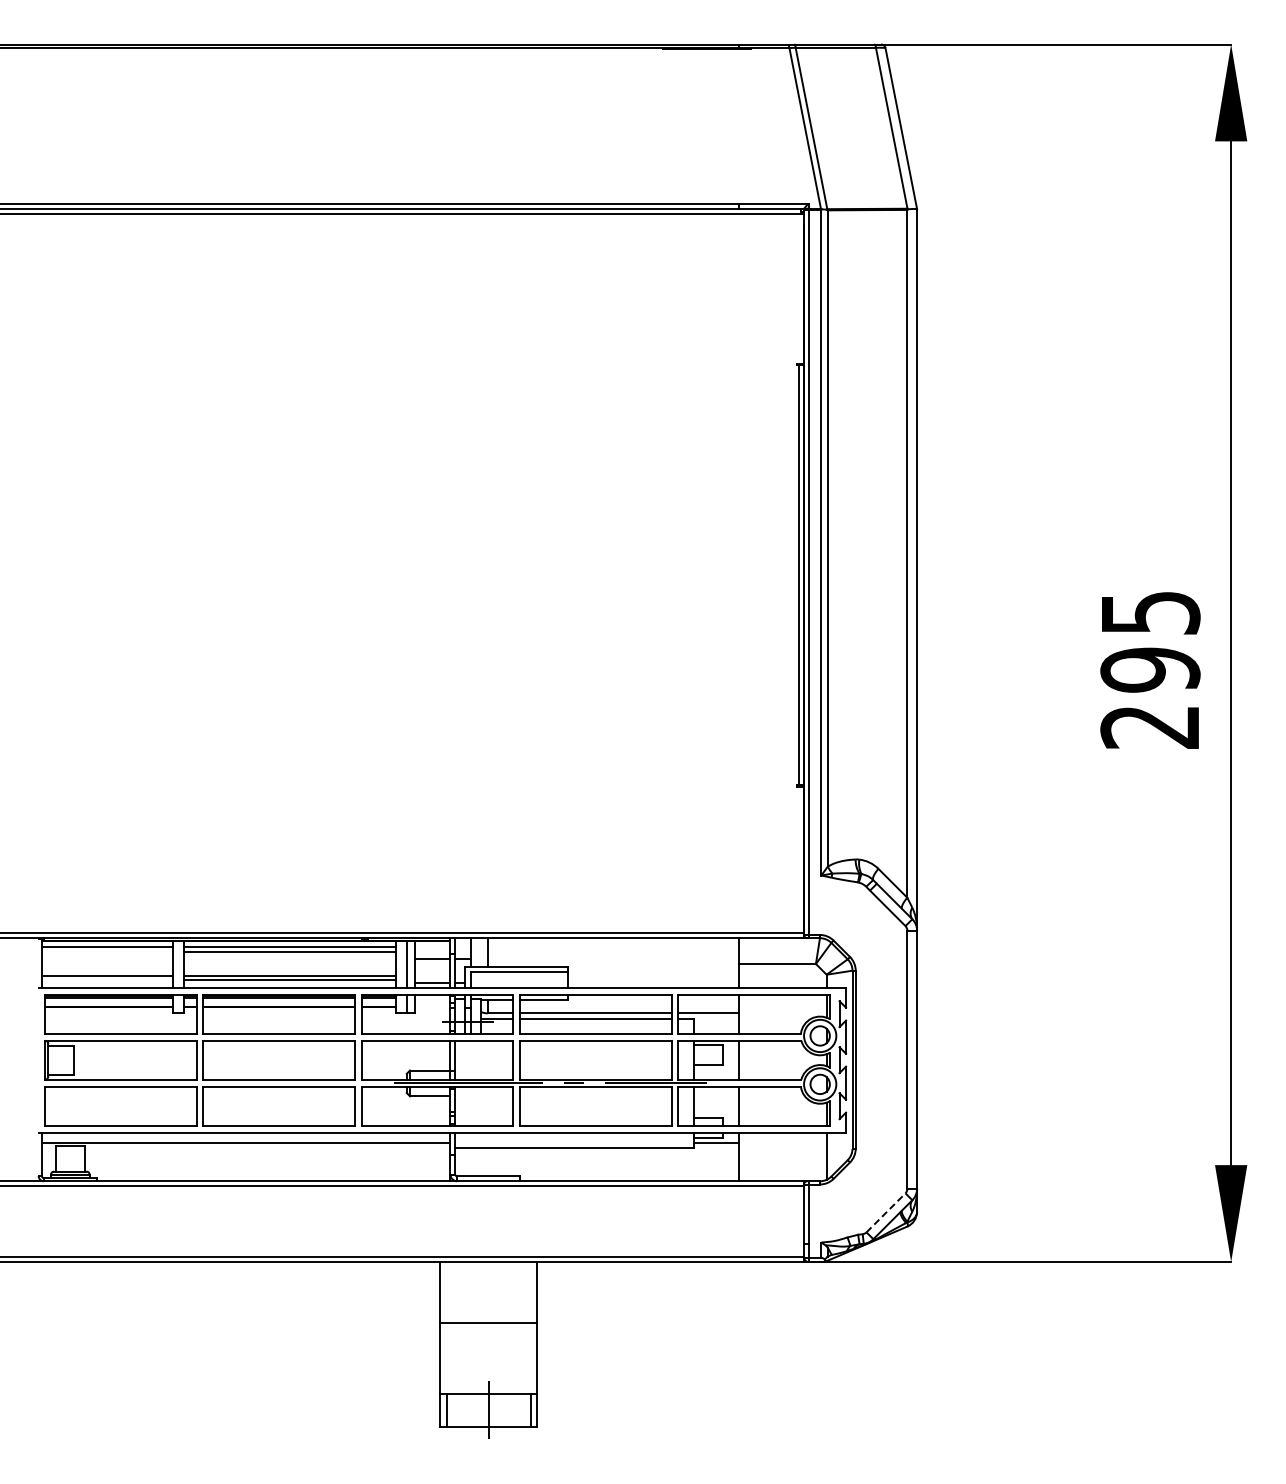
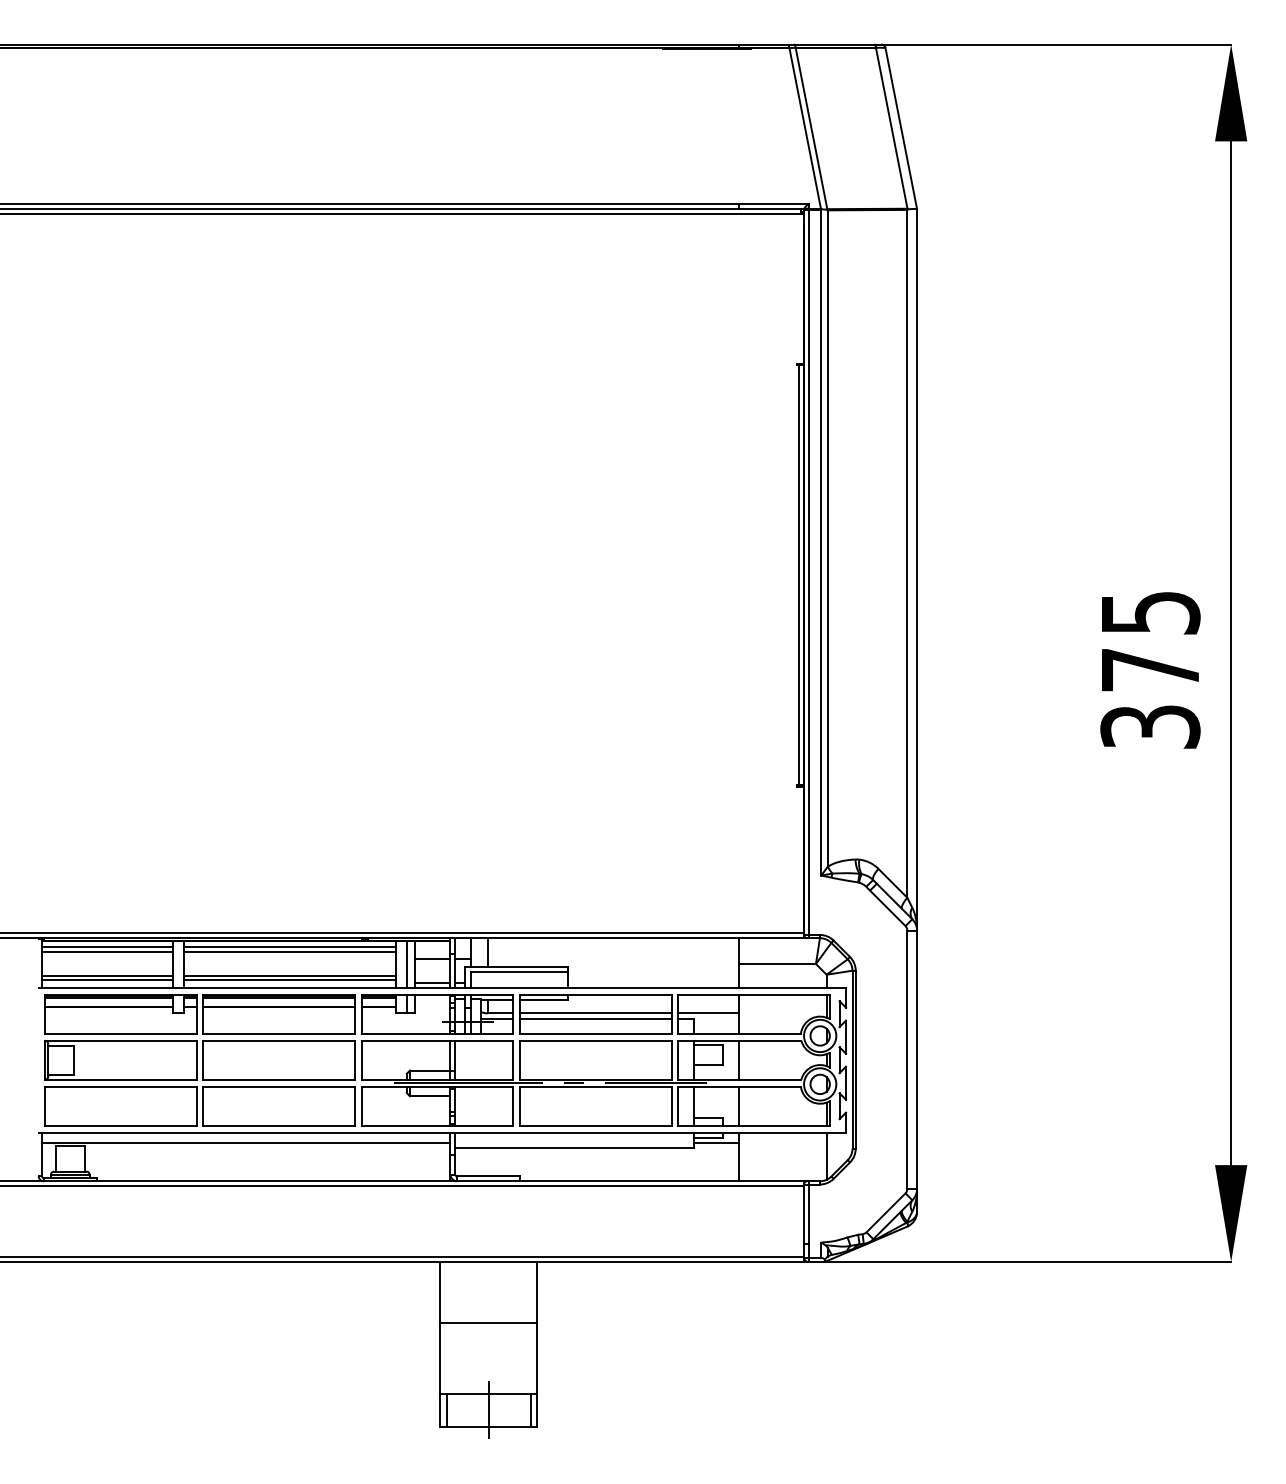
text at (1150, 697): 295 -> 375
line at (106, 951): none -> present
line at (106, 979): none -> present
line at (886, 1212): dashed -> solid
